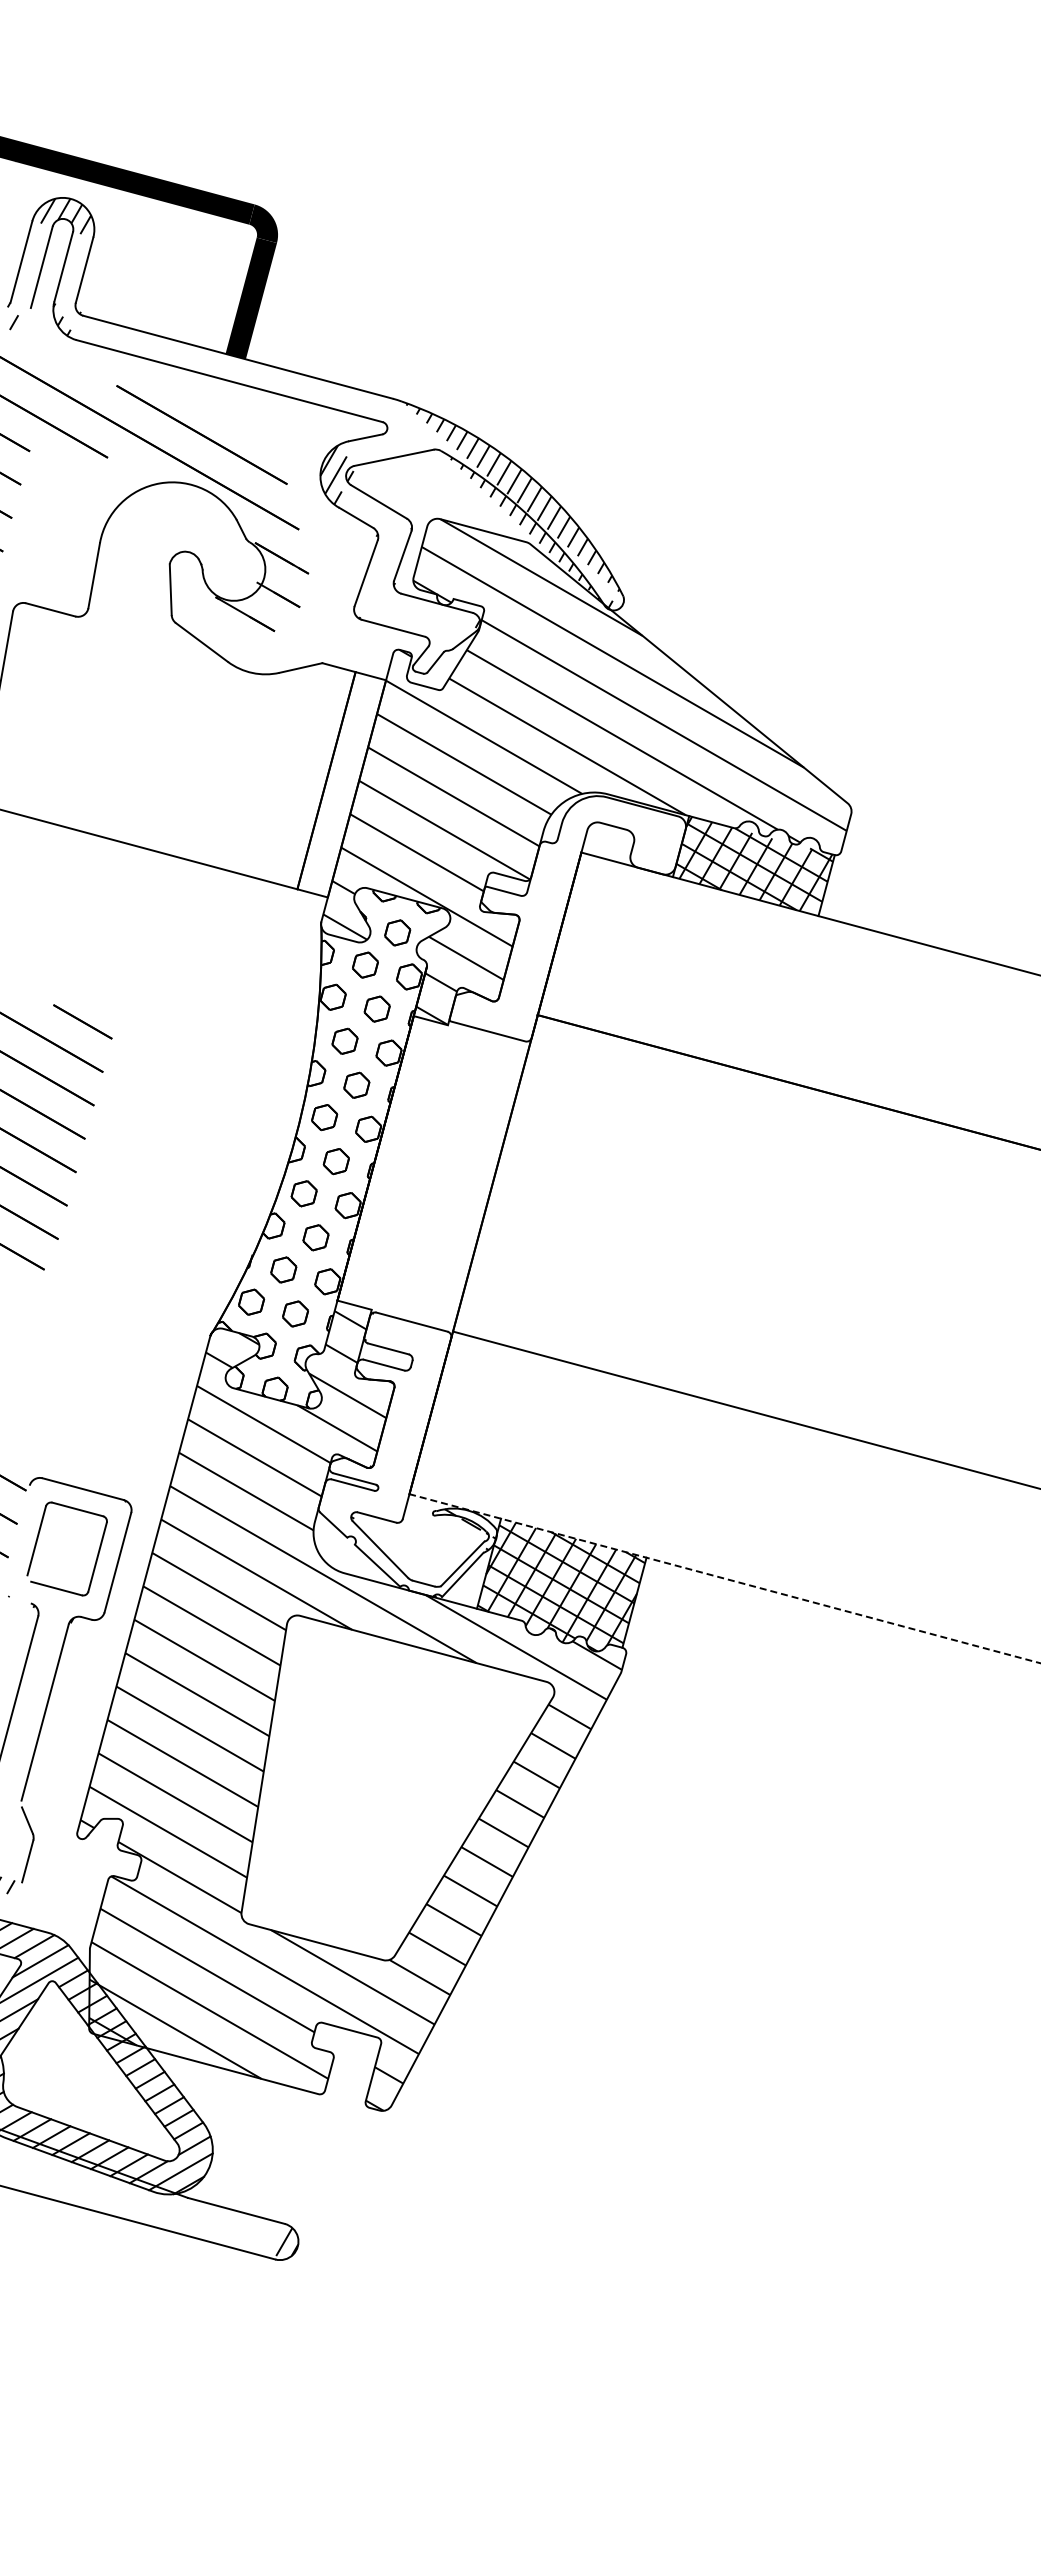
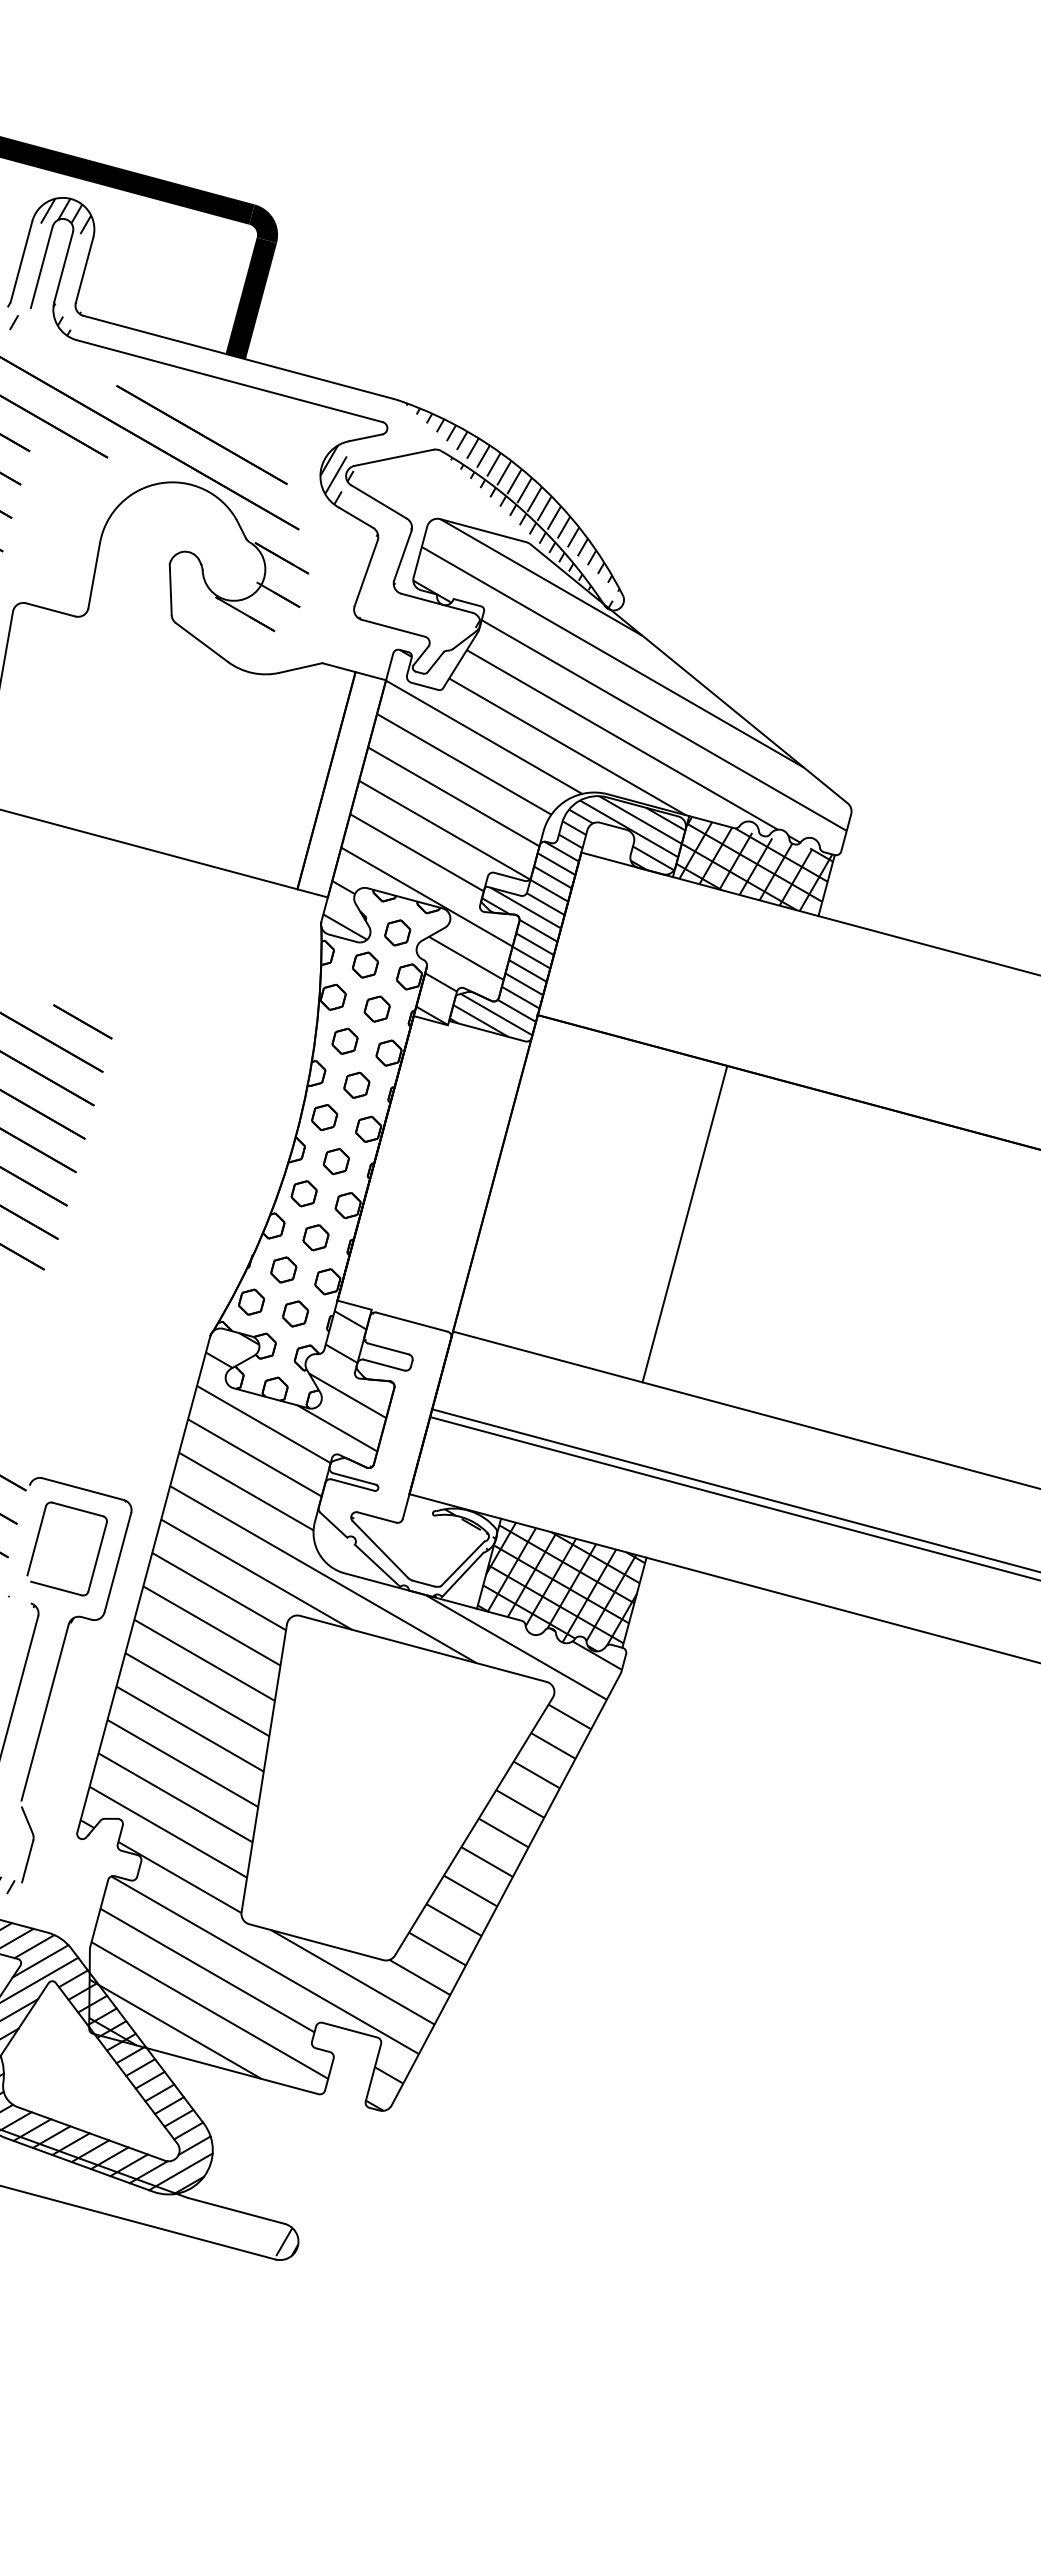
hatch at (567, 916): none -> present
line at (684, 1223): none -> present
line at (734, 1490): none -> present
line at (733, 1497): none -> present
line at (724, 1578): dashed -> solid
